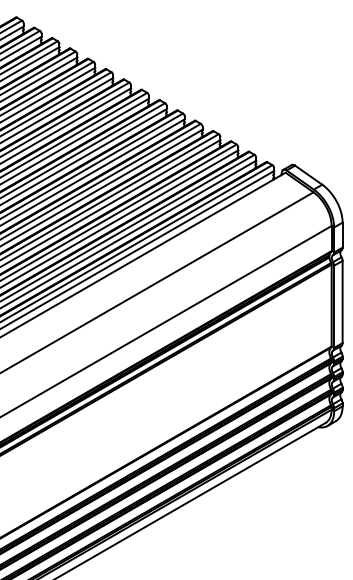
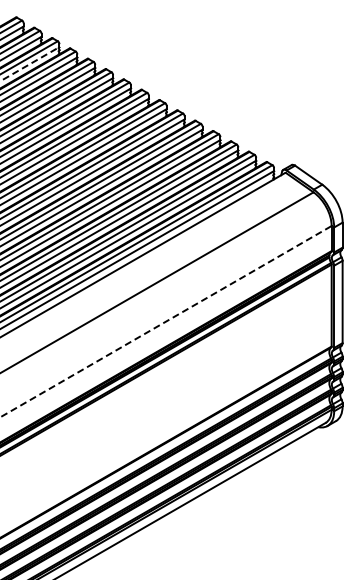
line at (30, 64): solid -> dashed
line at (166, 321): solid -> dashed
